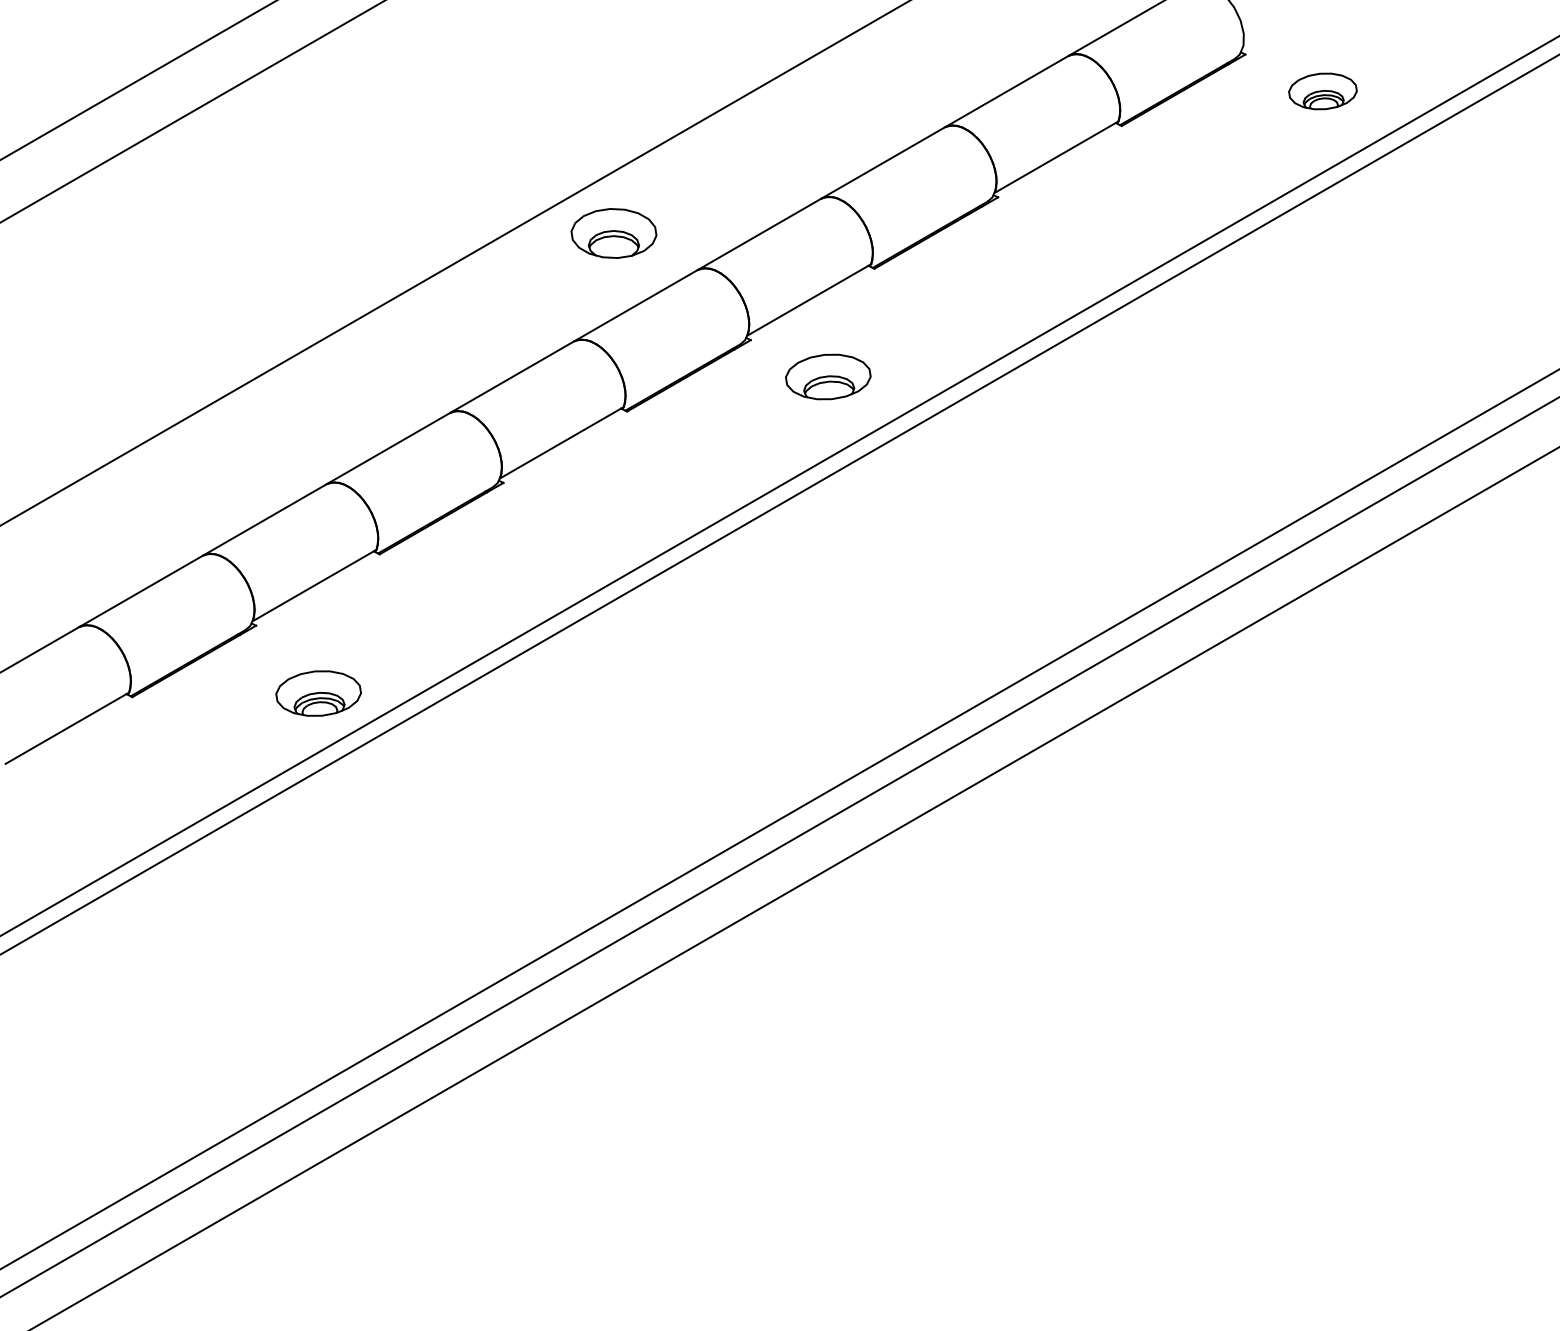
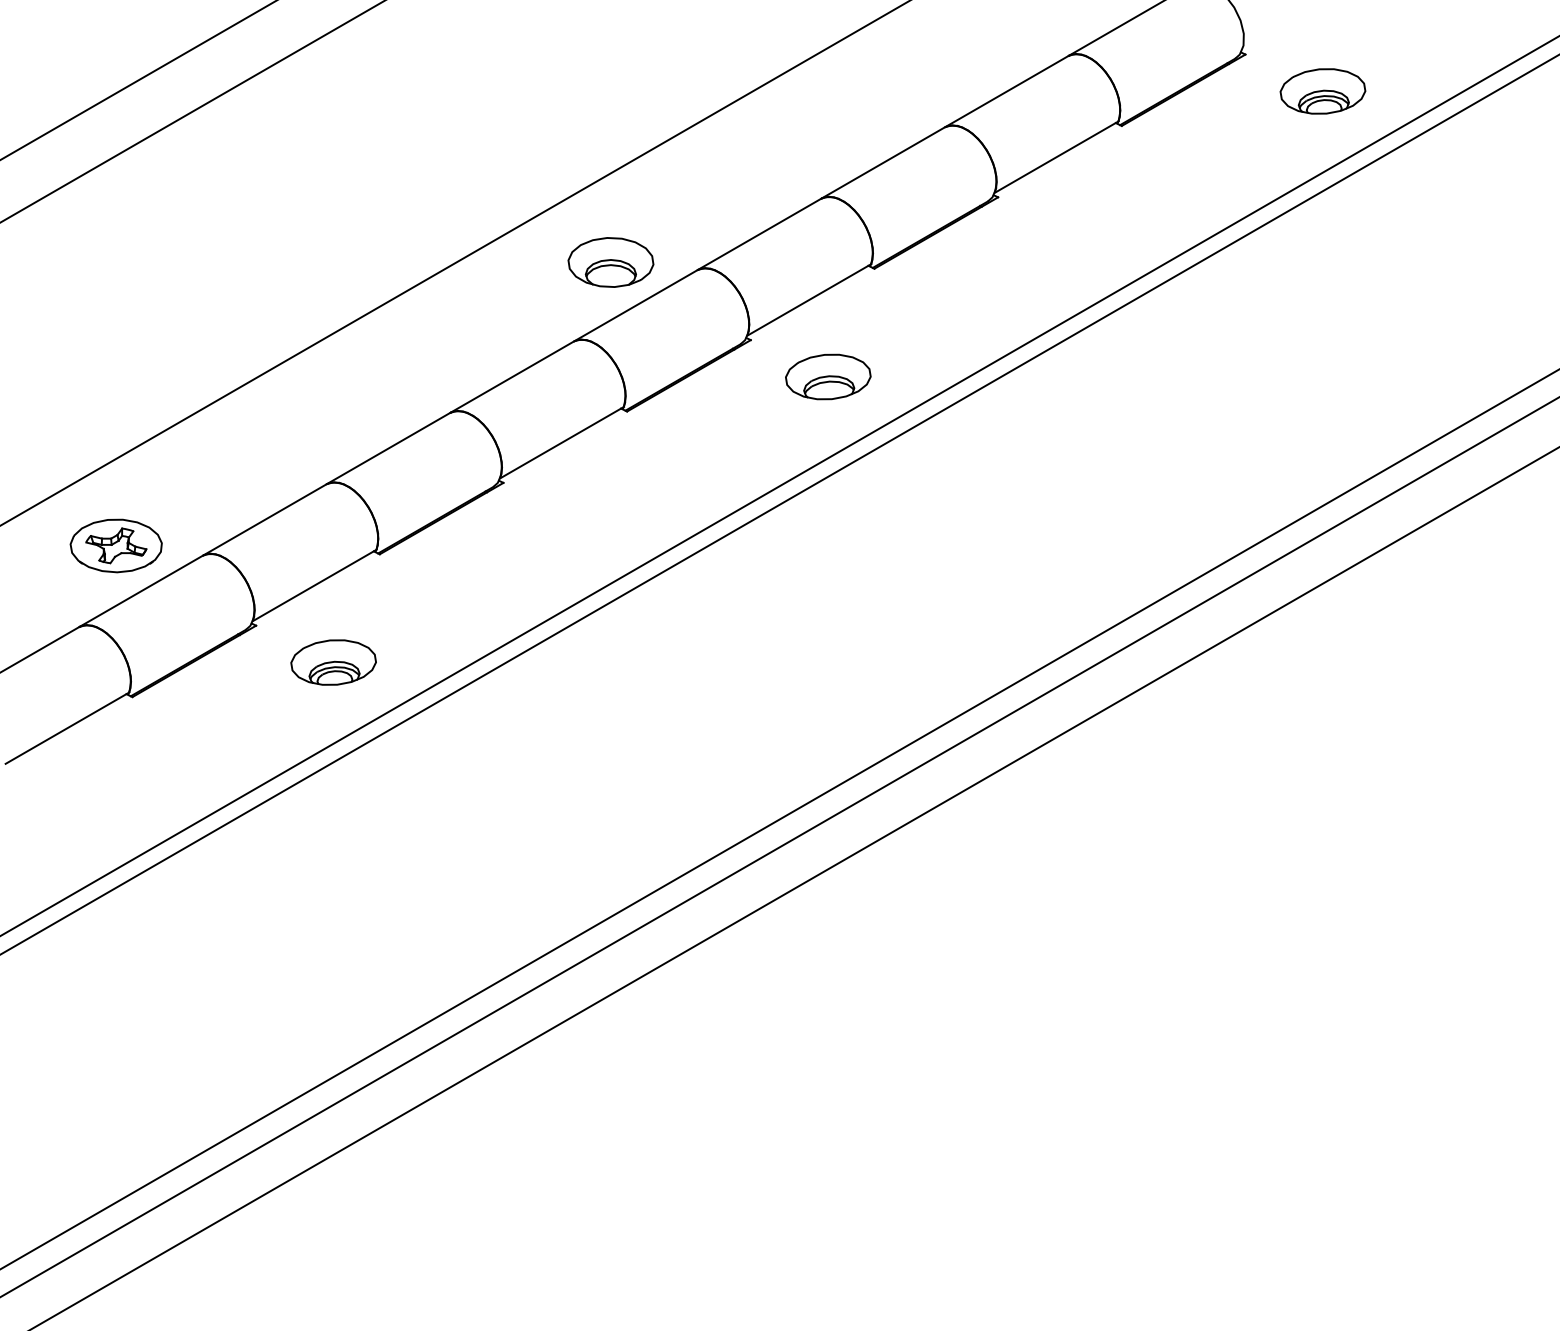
part at (1322, 91) size: 70x39 px -> 88x47 px
part at (613, 233) position: (613, 233) -> (610, 262)
part at (115, 545): none -> present
part at (318, 693) position: (318, 693) -> (333, 662)
